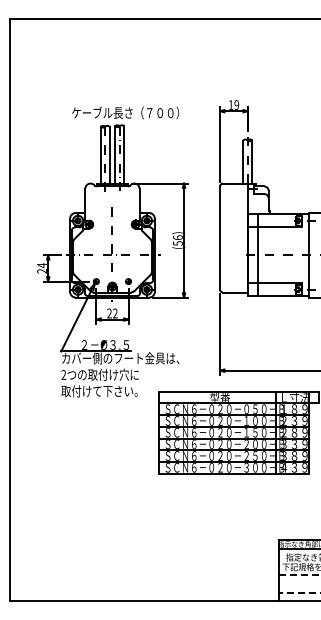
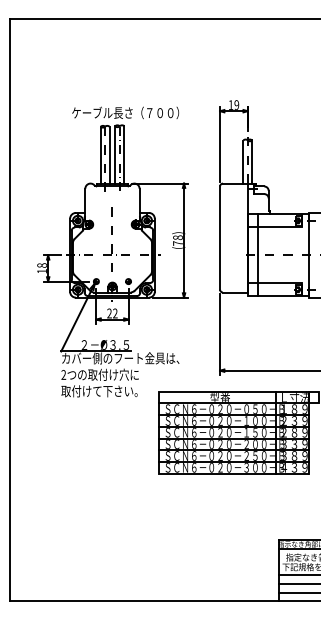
text at (177, 240): (56) -> (78)
text at (41, 268): 24 -> 18
line at (299, 575): dashed -> solid
line at (297, 583): none -> present
line at (299, 592): dashed -> solid
